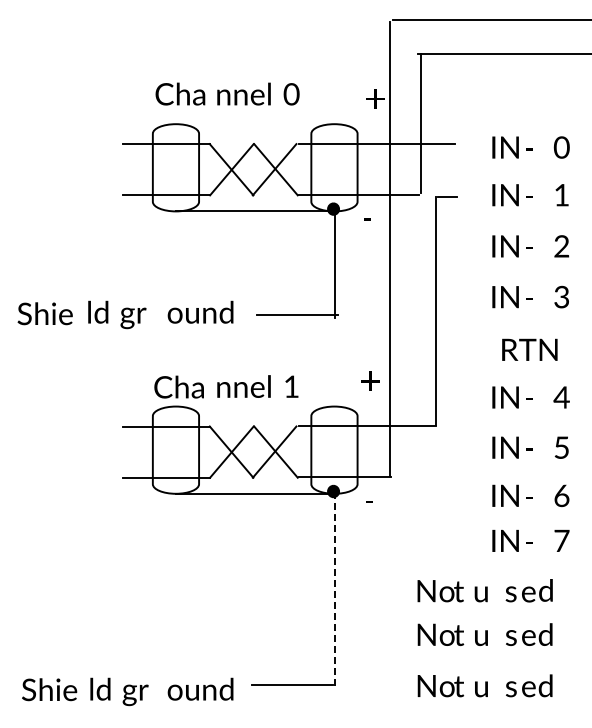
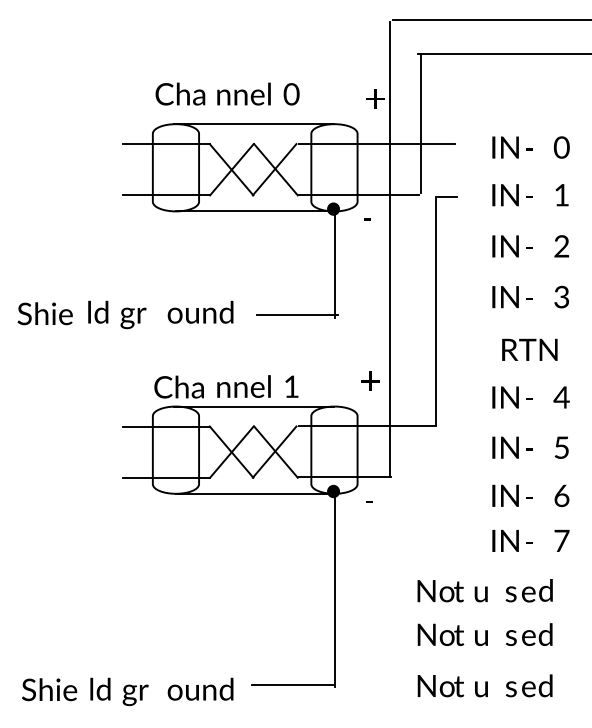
line at (253, 124): none -> present
line at (253, 406): none -> present
line at (335, 589): dashed -> solid
